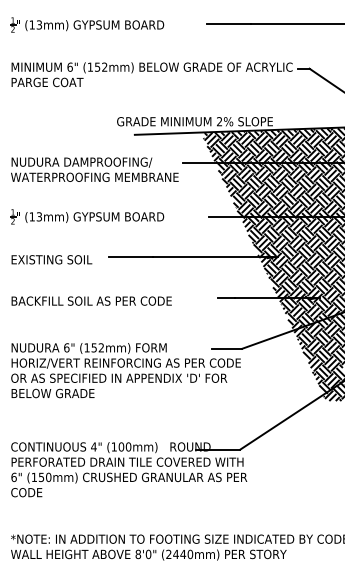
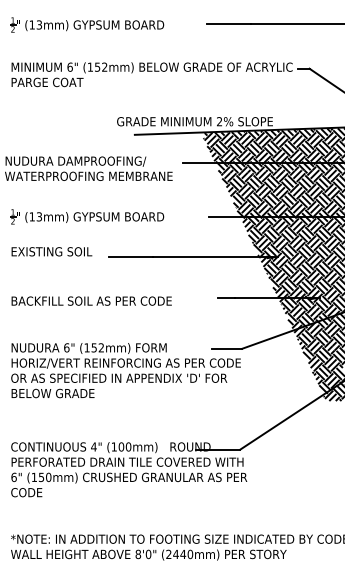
text at (94, 169) position: (94, 169) -> (88, 168)
text at (51, 259) position: (51, 259) -> (51, 251)
